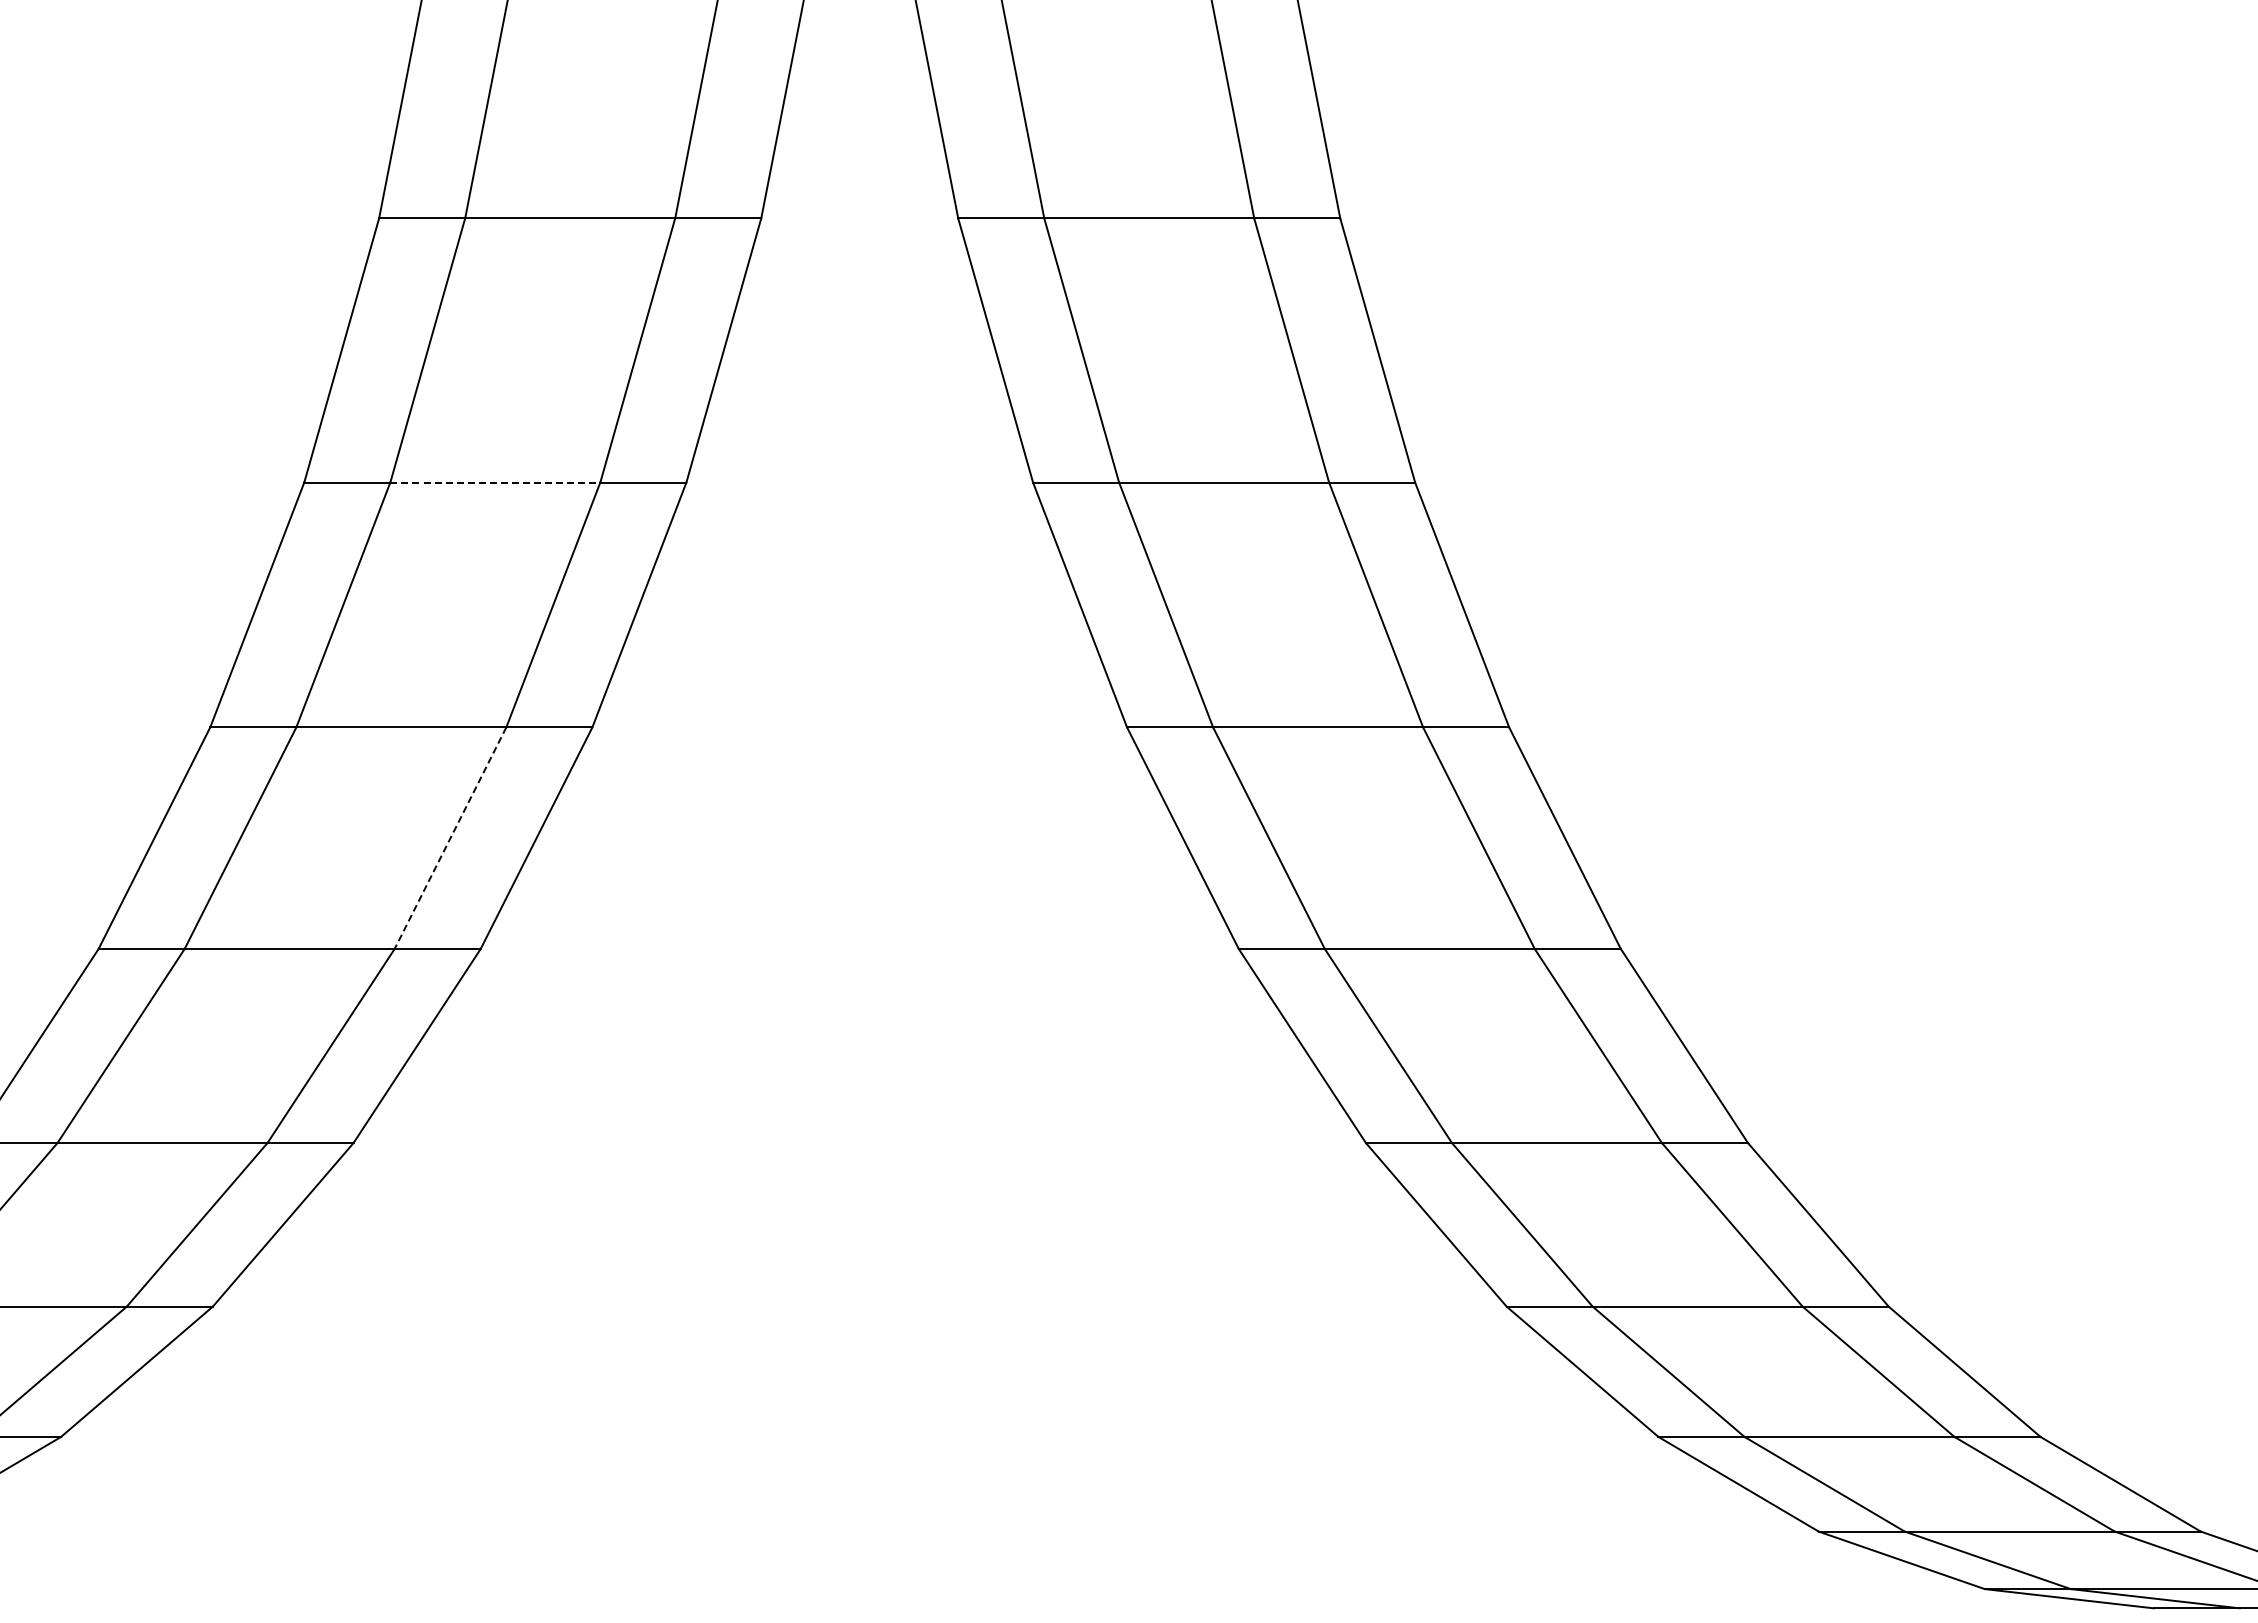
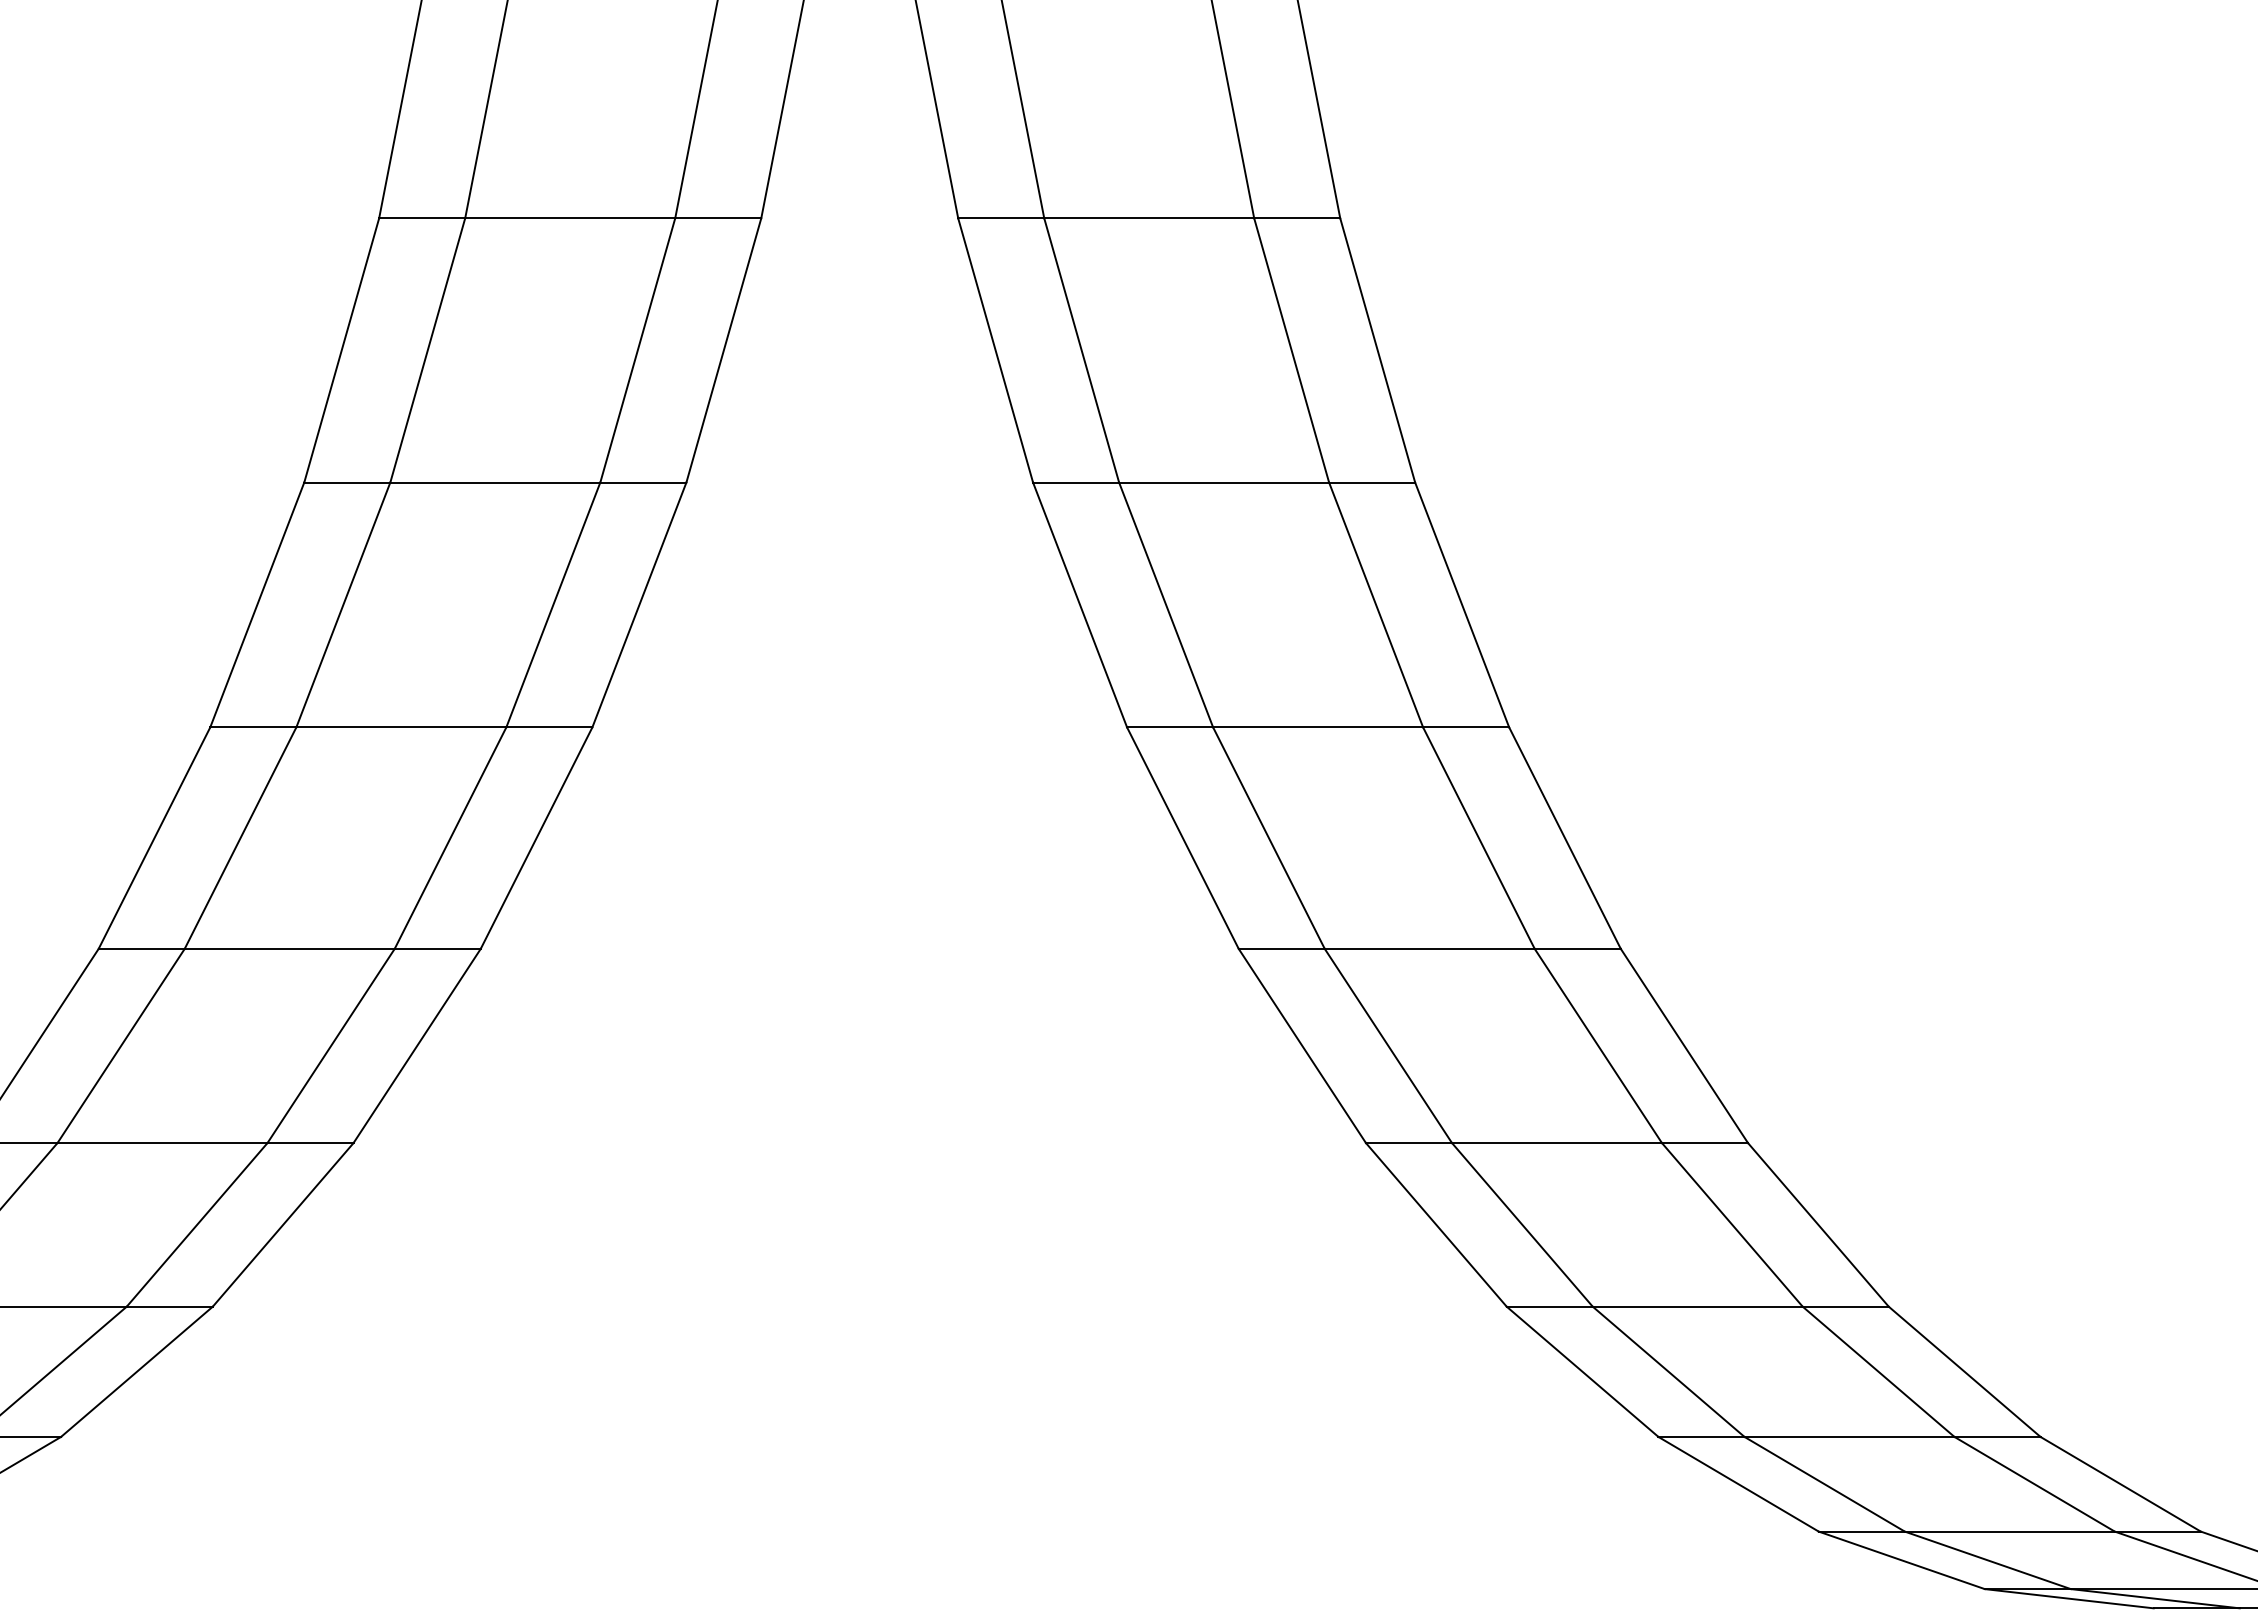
line at (495, 482): dashed -> solid
line at (450, 838): dashed -> solid
